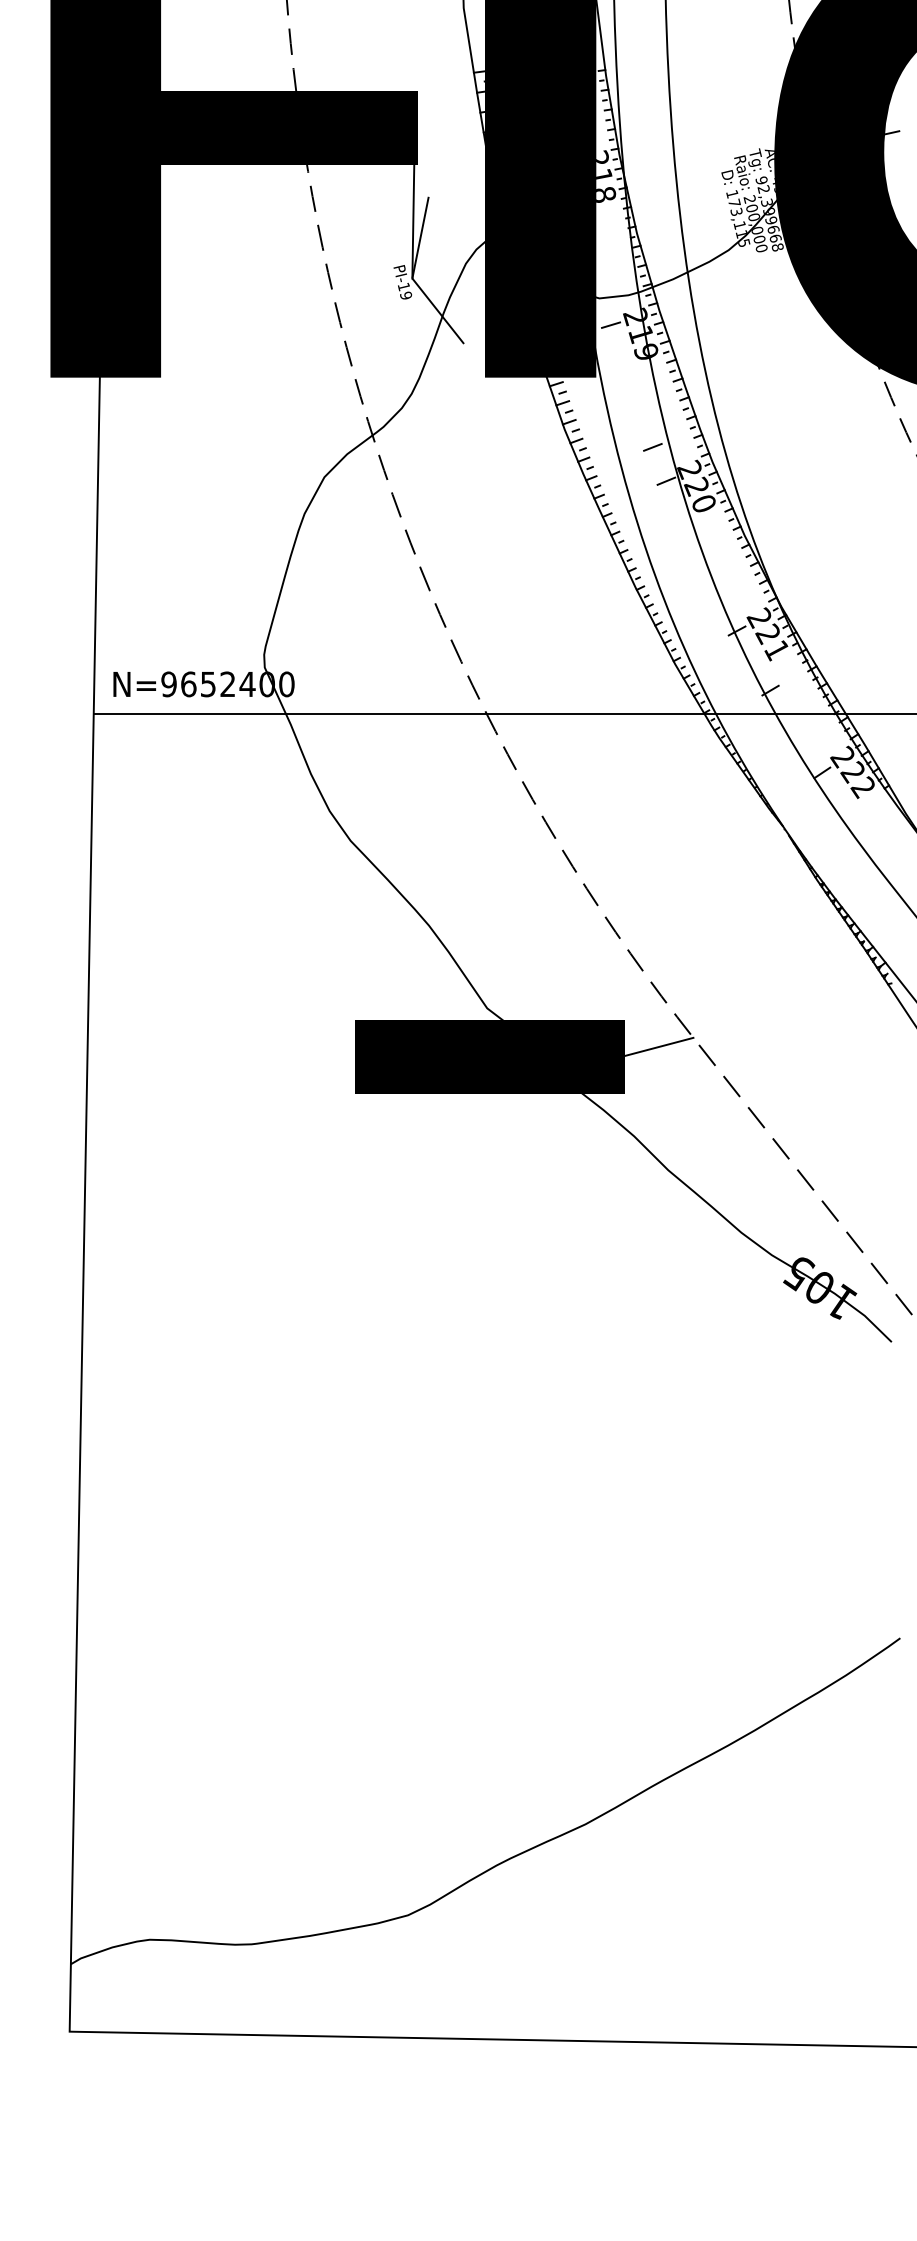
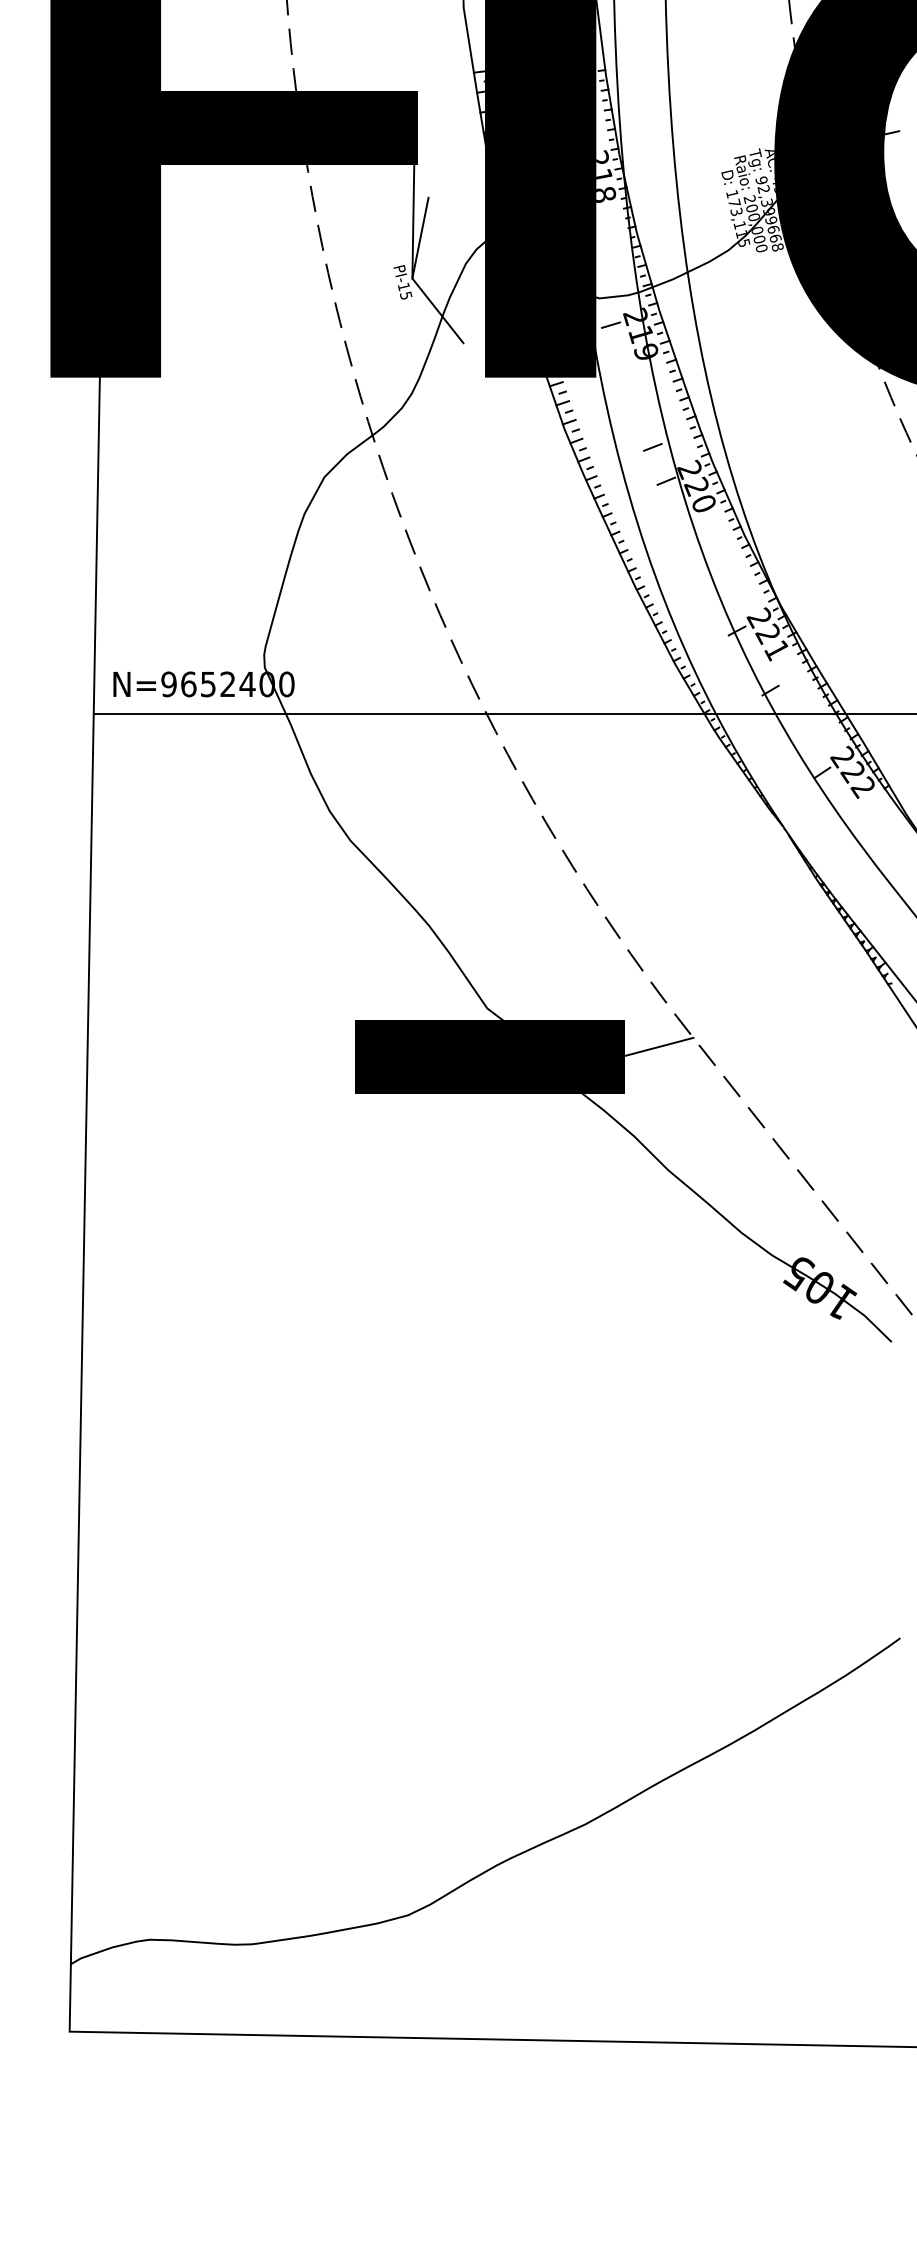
text at (406, 295): PI-19 -> PI-15
